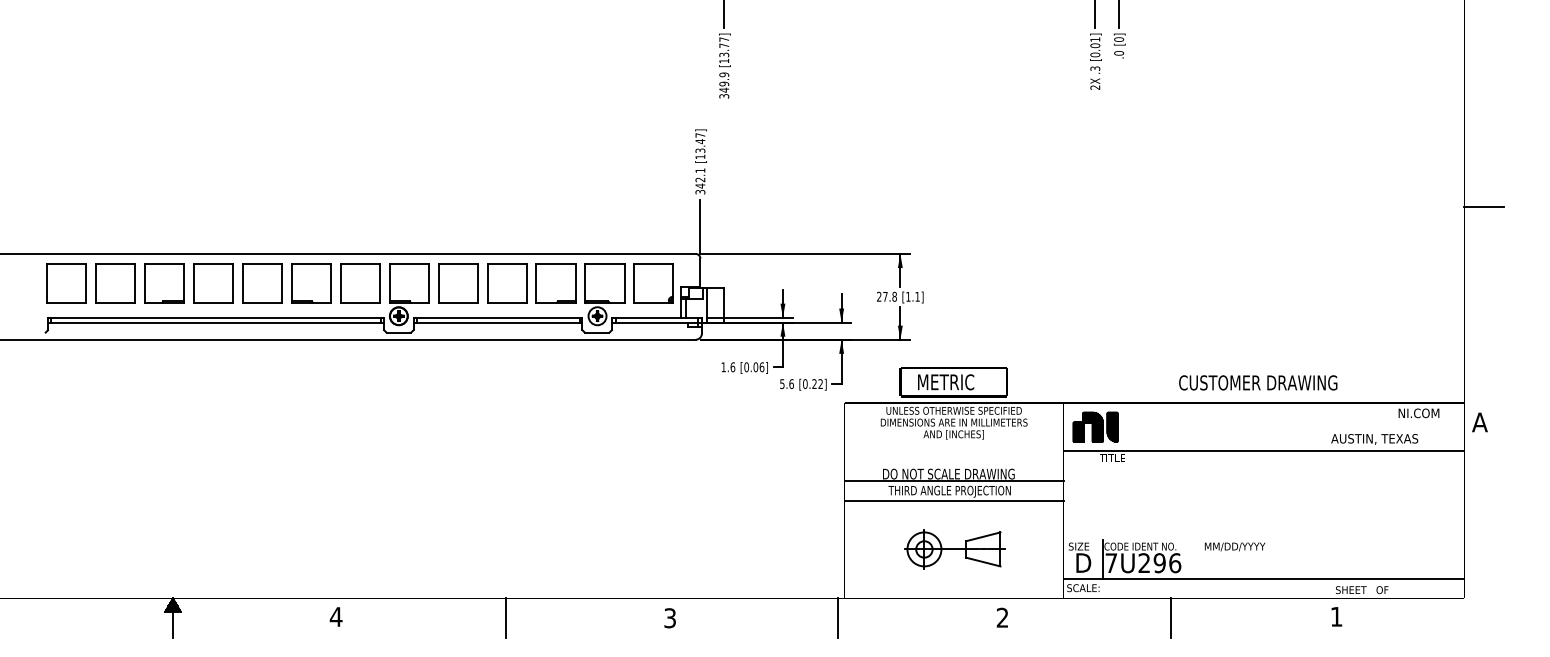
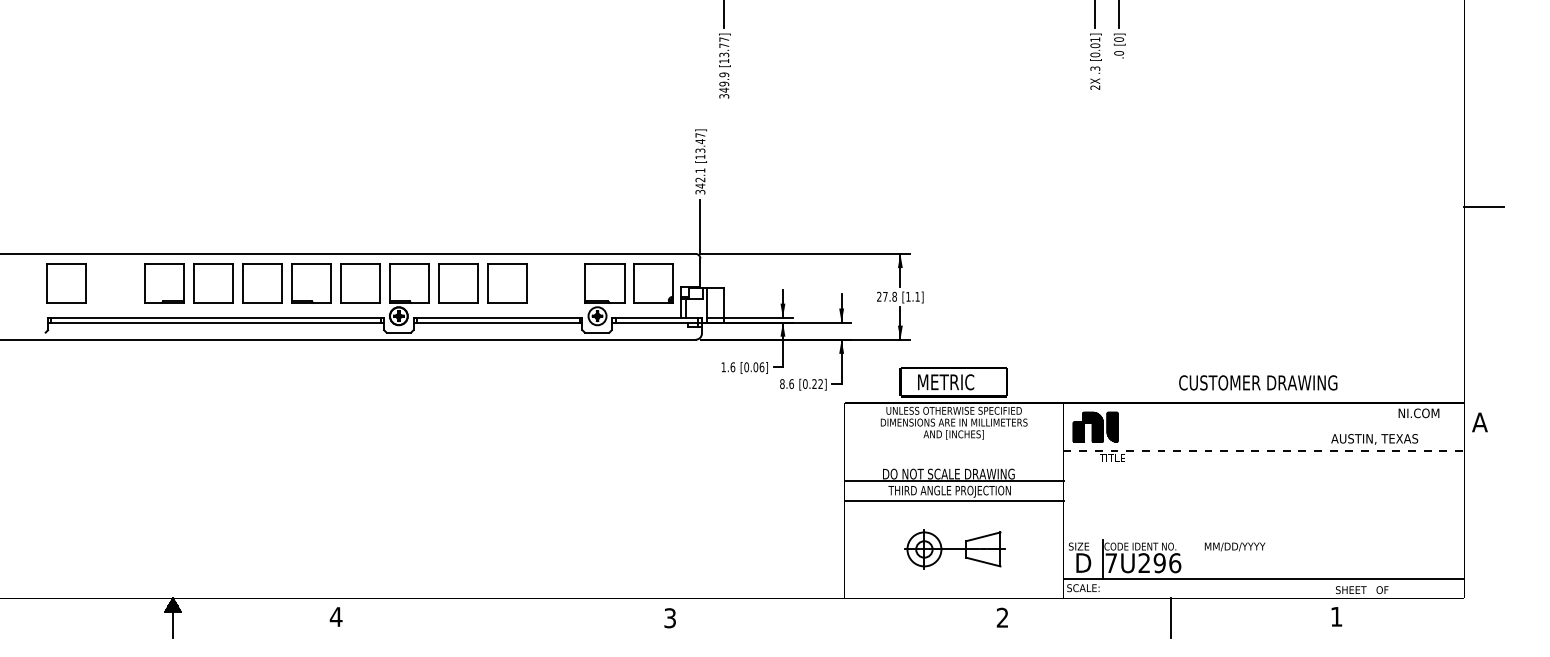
part at (115, 283): present -> none
part at (555, 283): present -> none
text at (782, 384): 5.6 -> 8.6
line at (1264, 451): solid -> dashed
line at (505, 617): present -> none
line at (838, 617): present -> none
